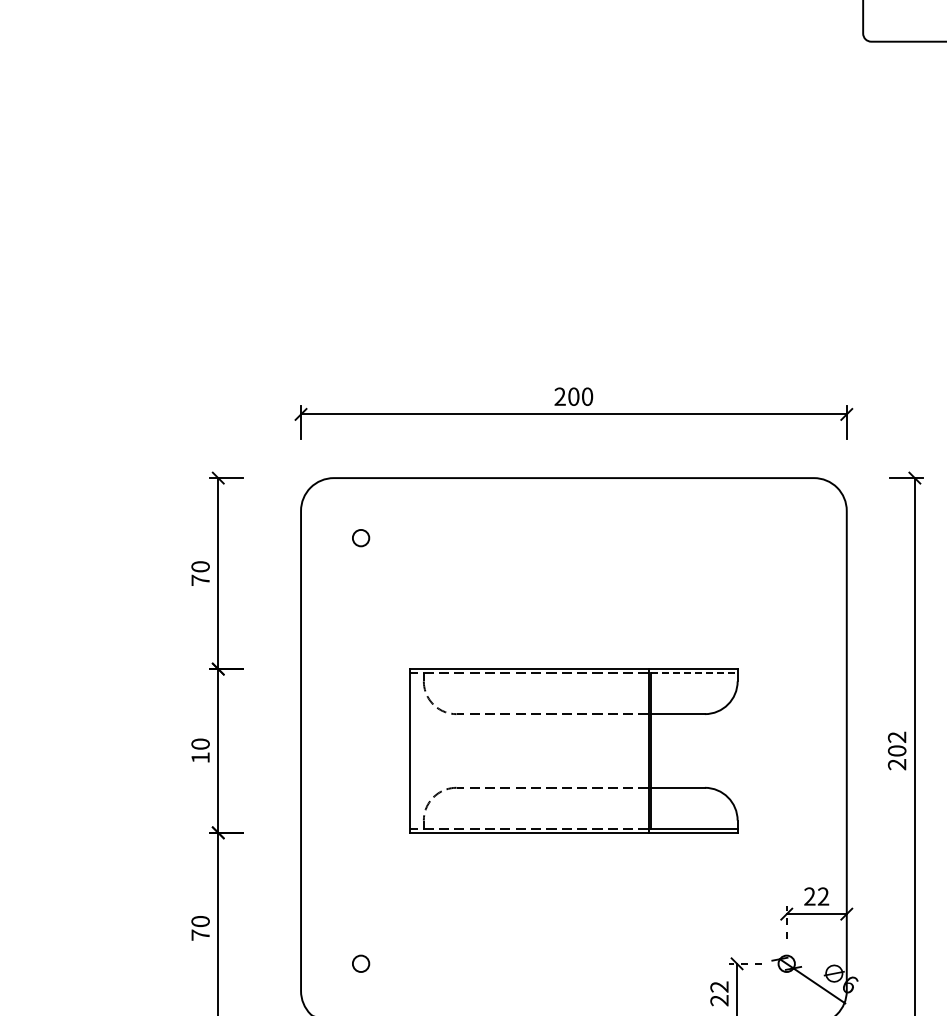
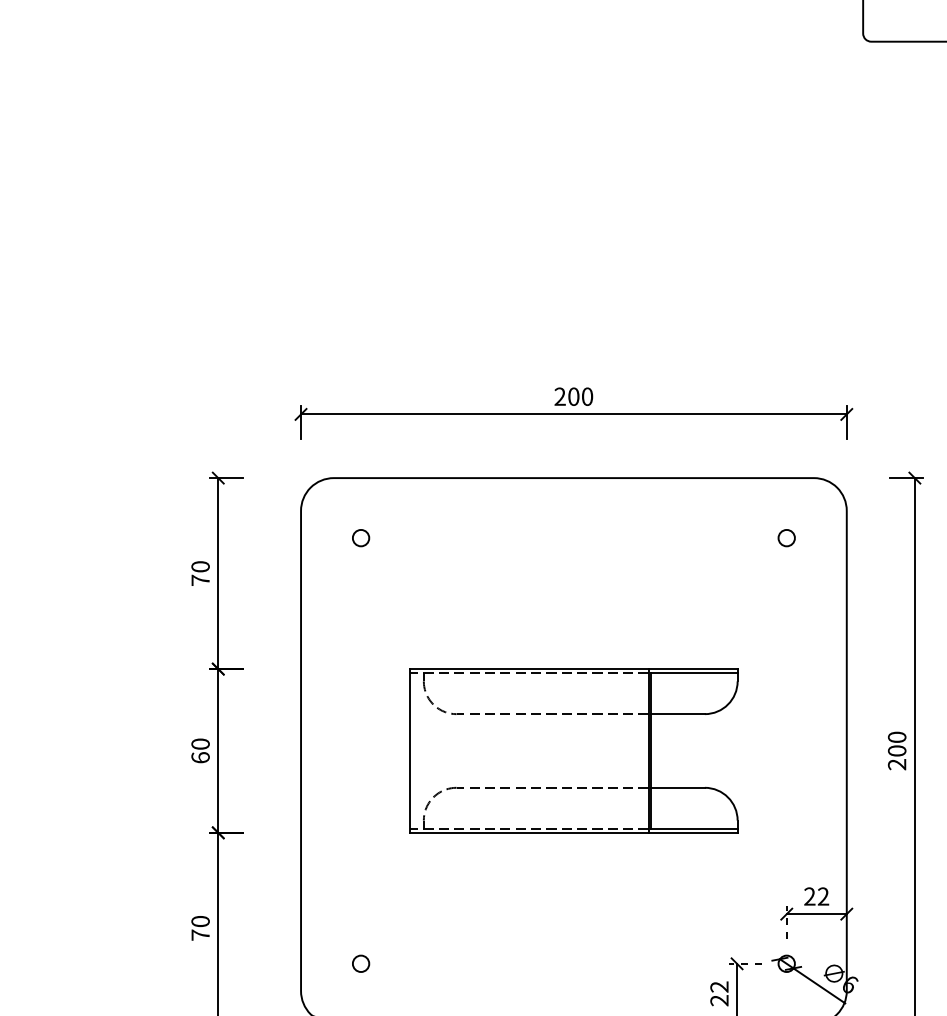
circle at (786, 538): none -> present
line at (694, 673): dashed -> solid
text at (897, 736): 202 -> 200
text at (200, 757): 10 -> 60
